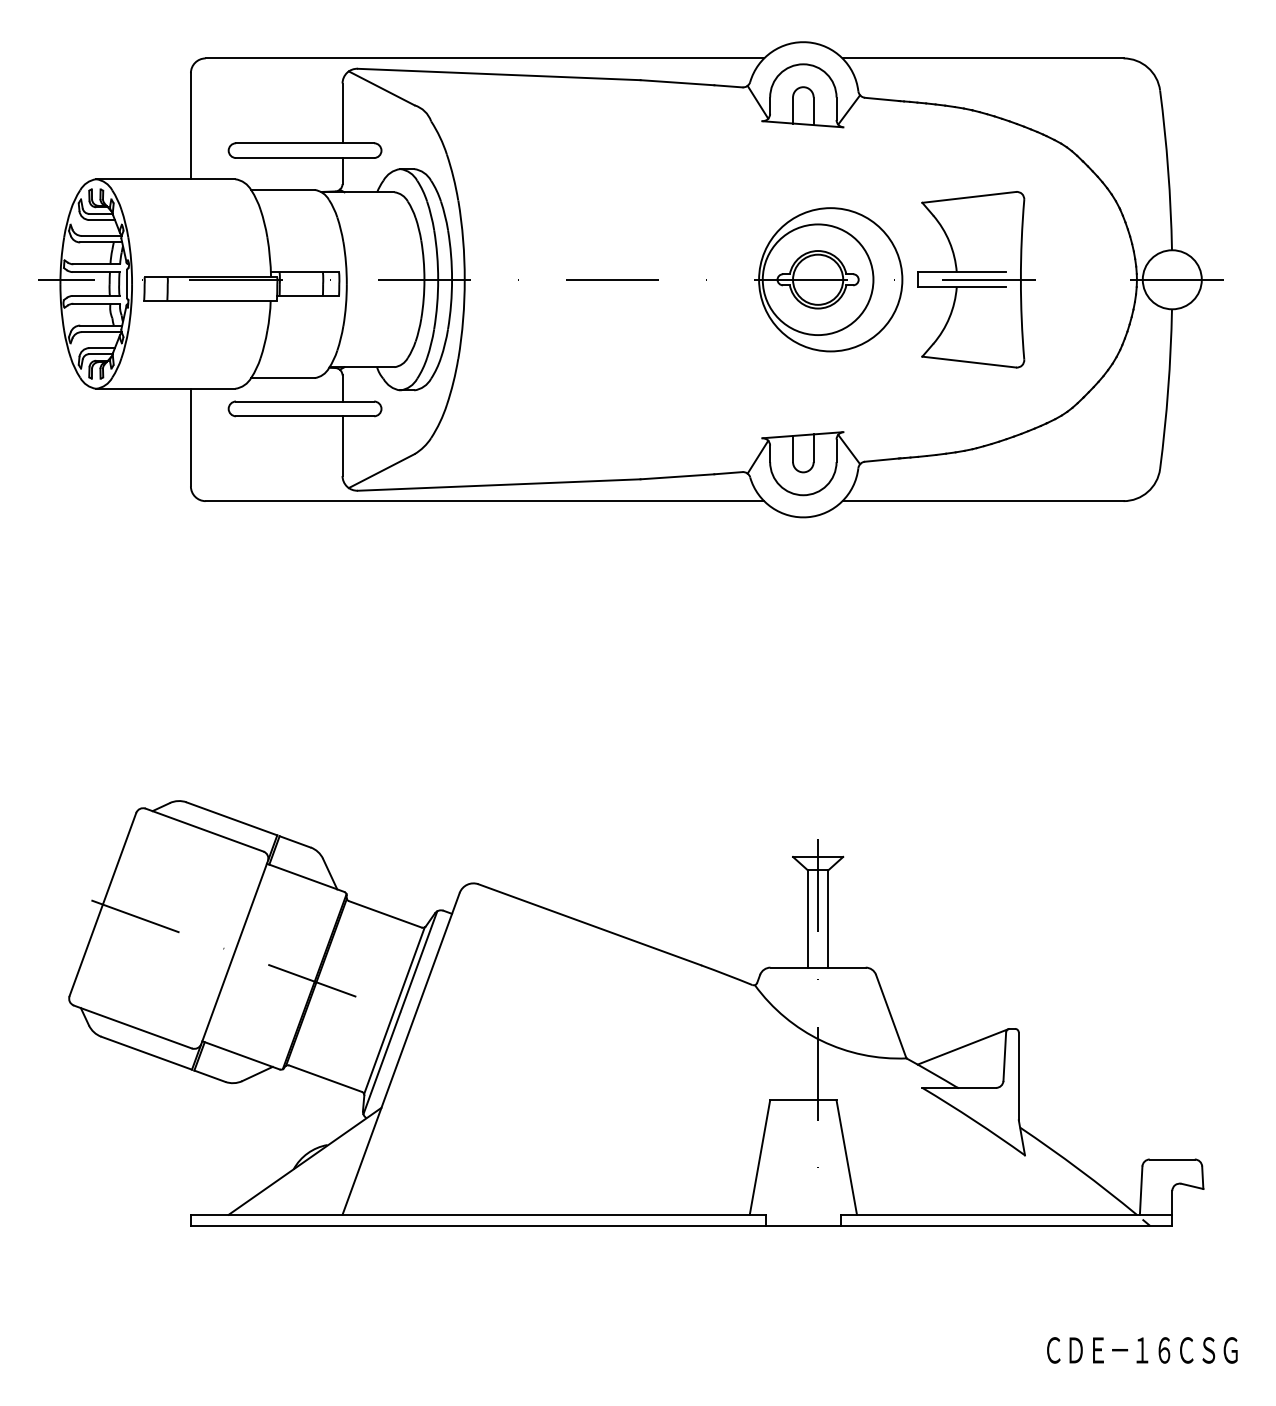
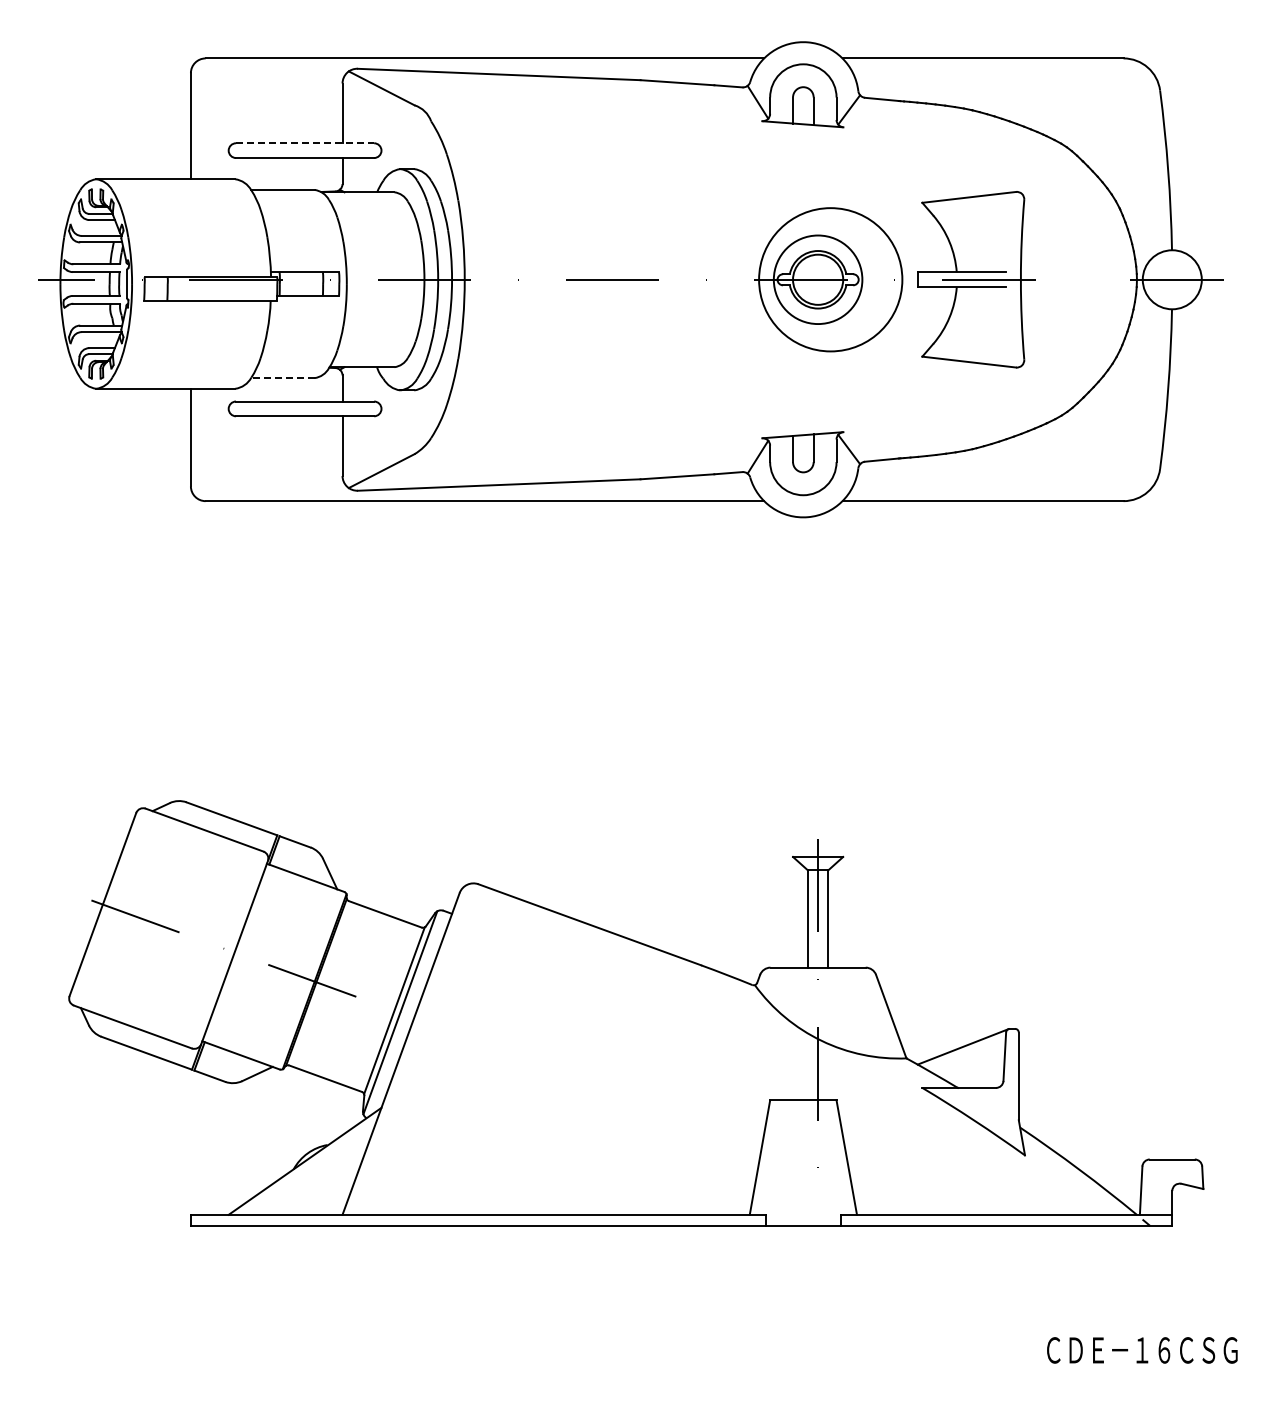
line at (305, 143): solid -> dashed
circle at (817, 279) diameter: 111 px -> 89 px
line at (282, 378): solid -> dashed
